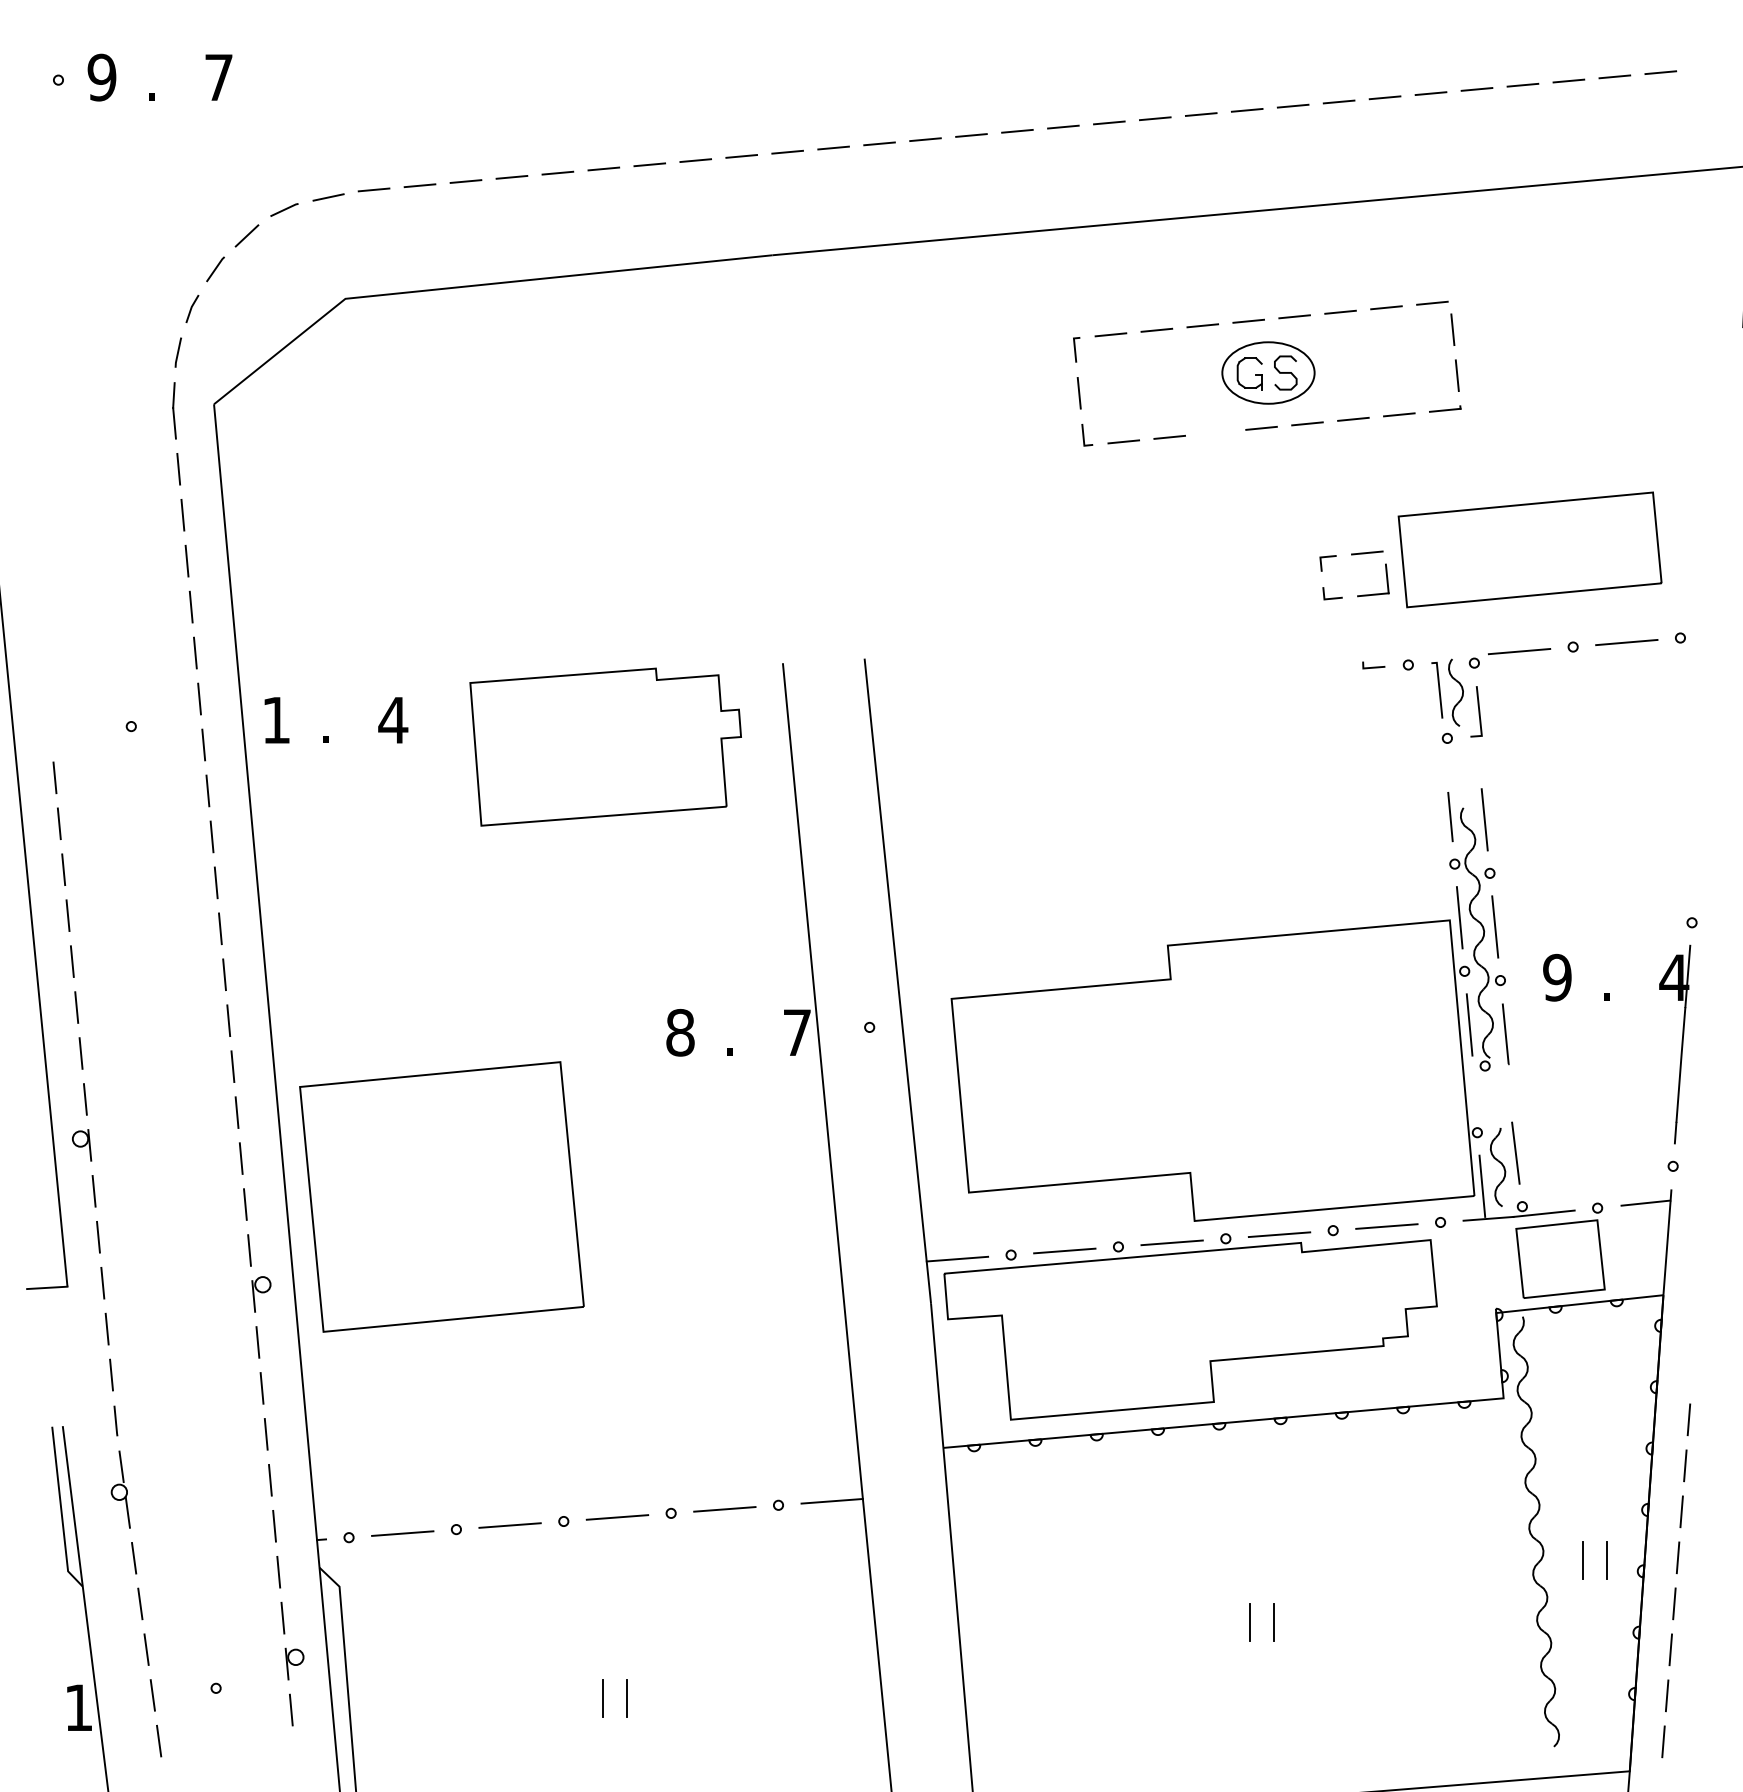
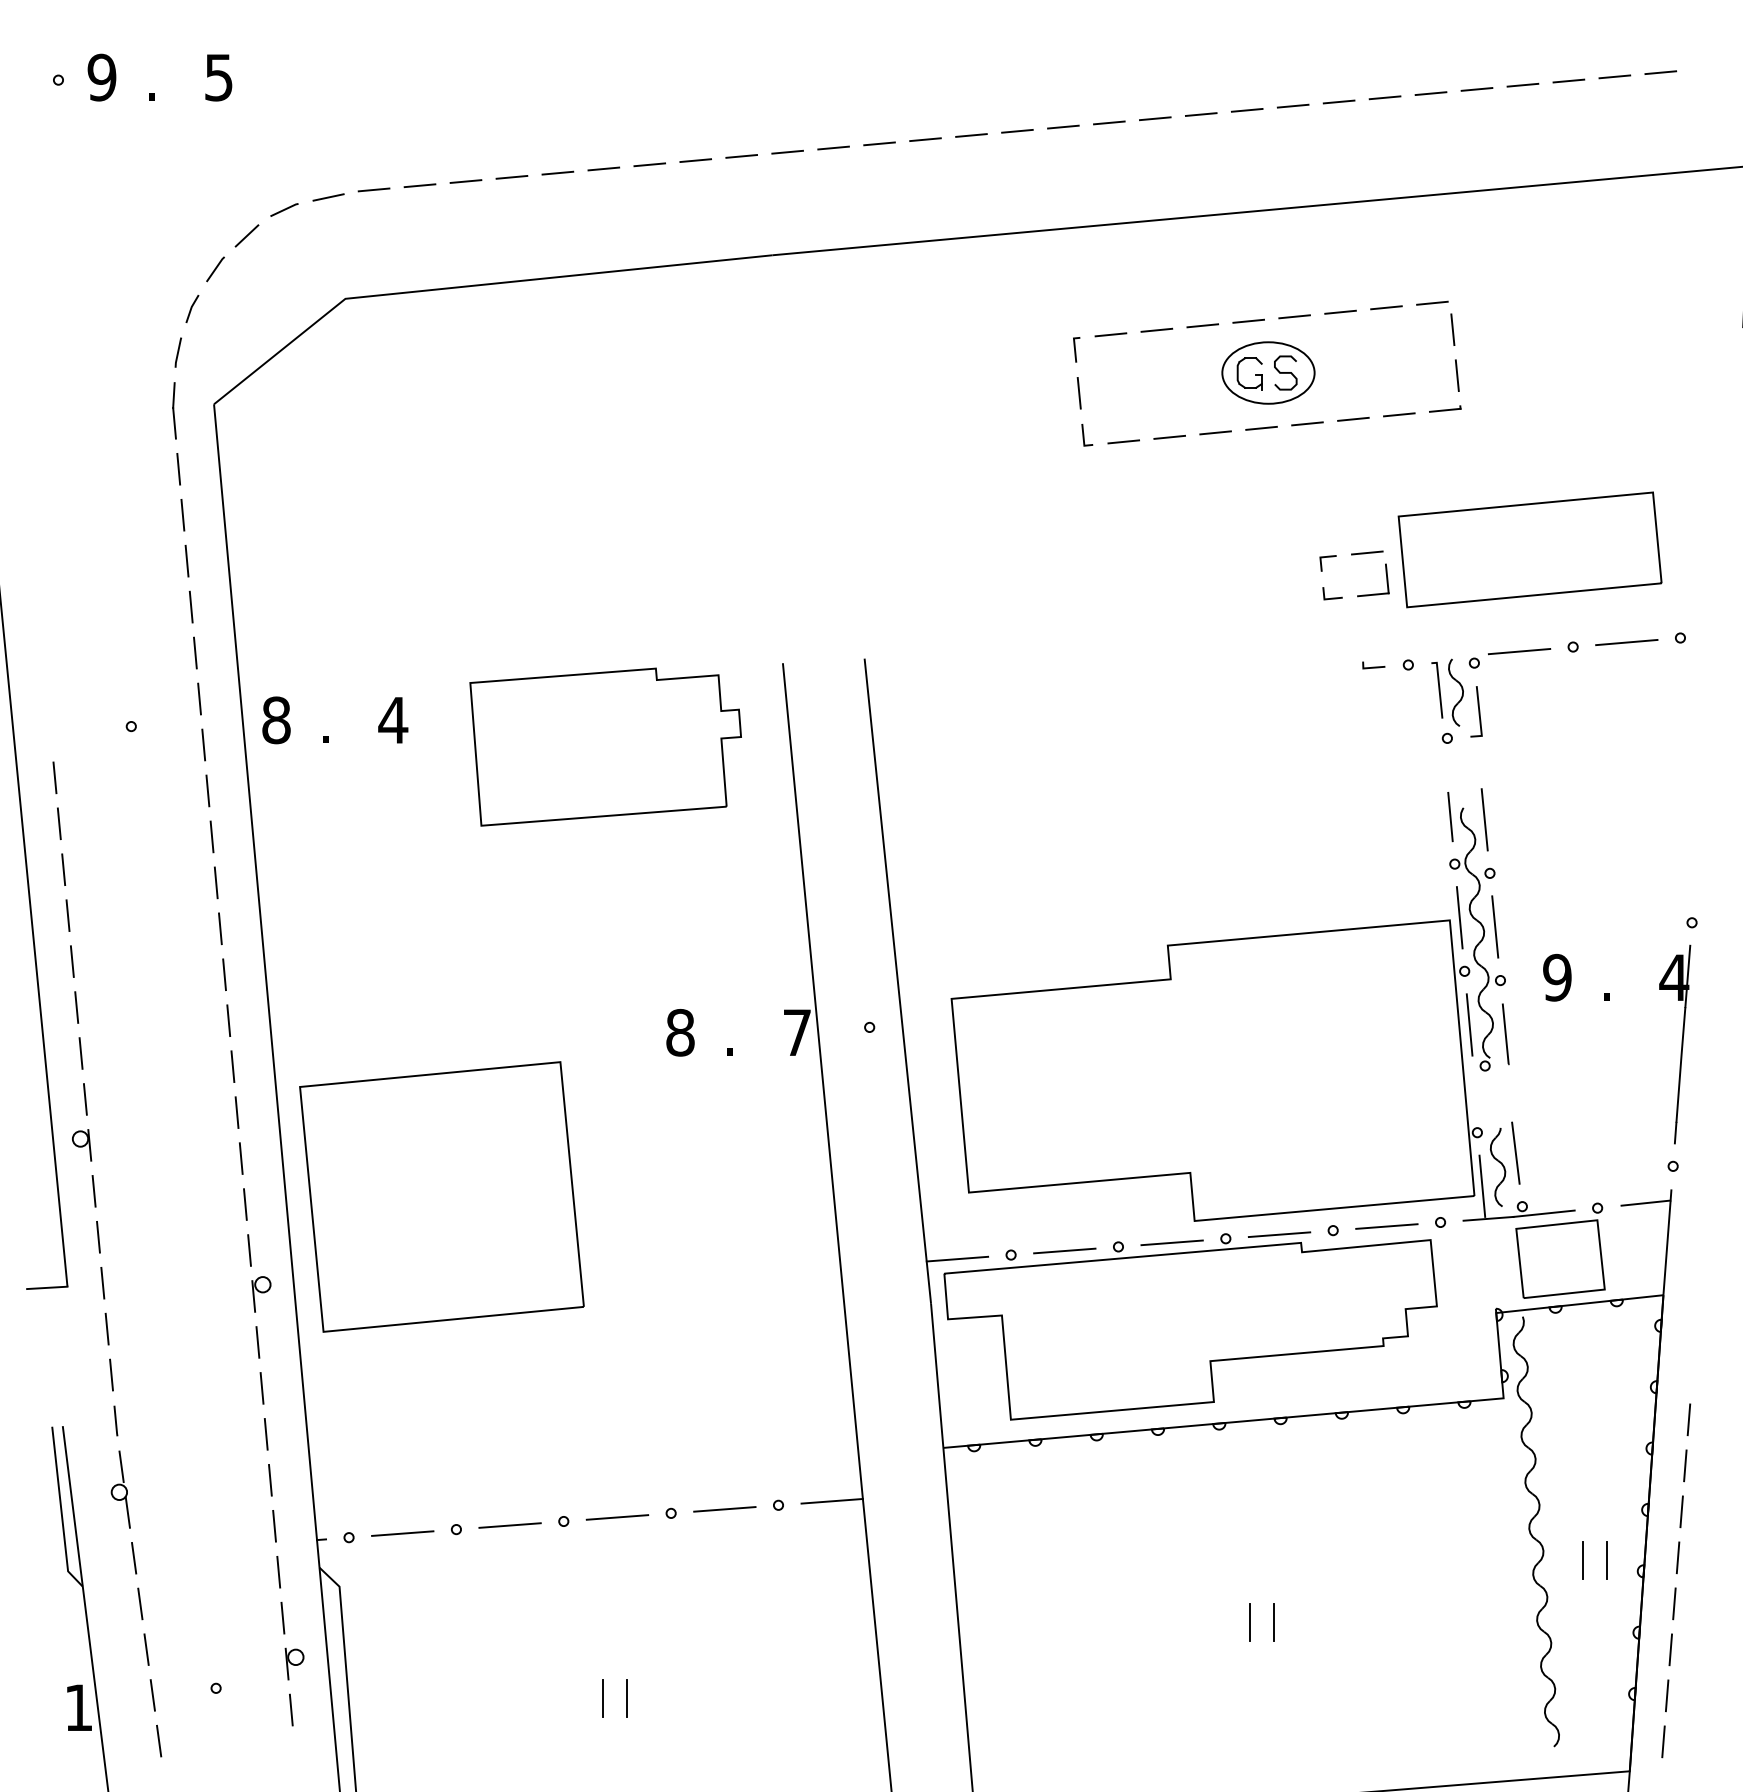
text at (218, 77): 7 -> 5
line at (1215, 432): none -> present
text at (276, 720): 1 -> 8
